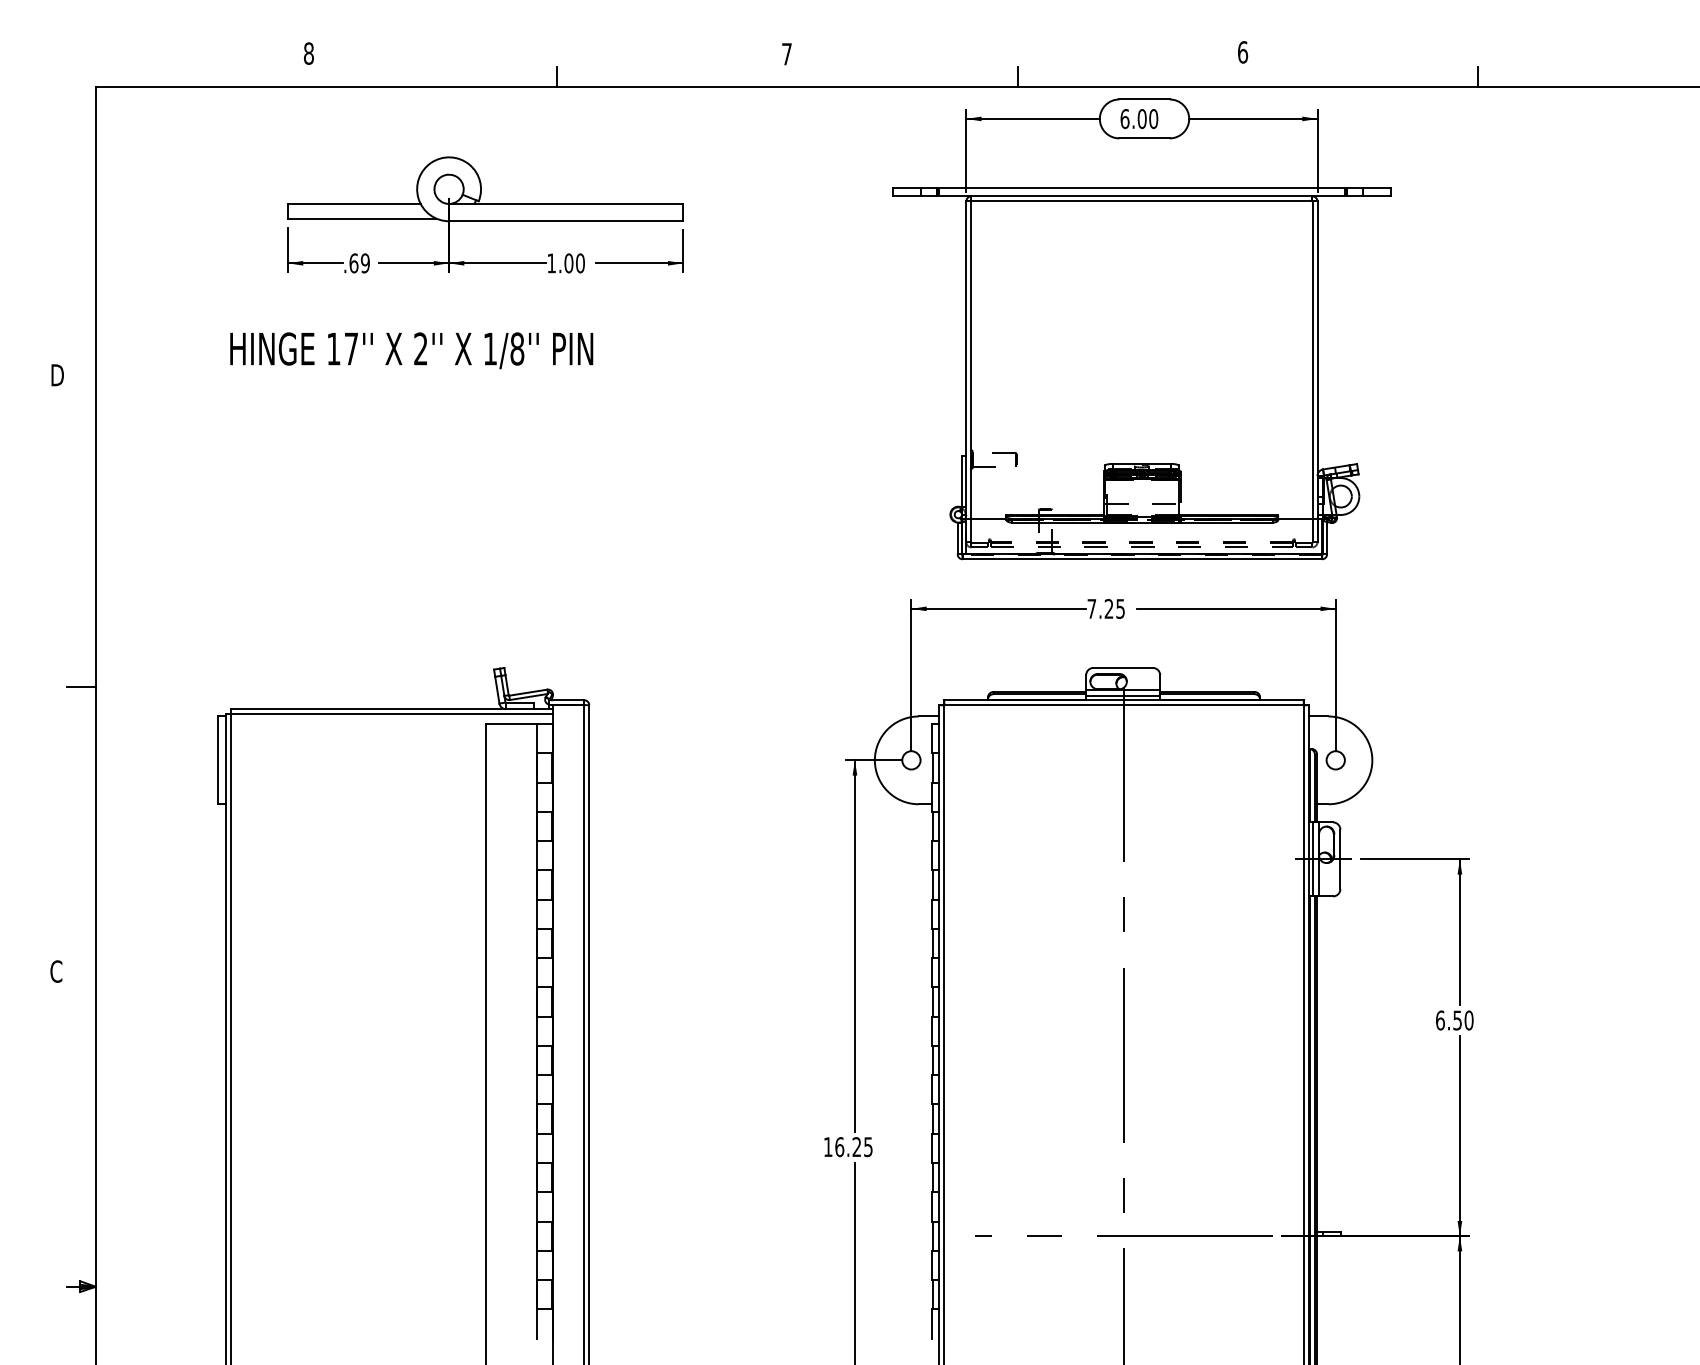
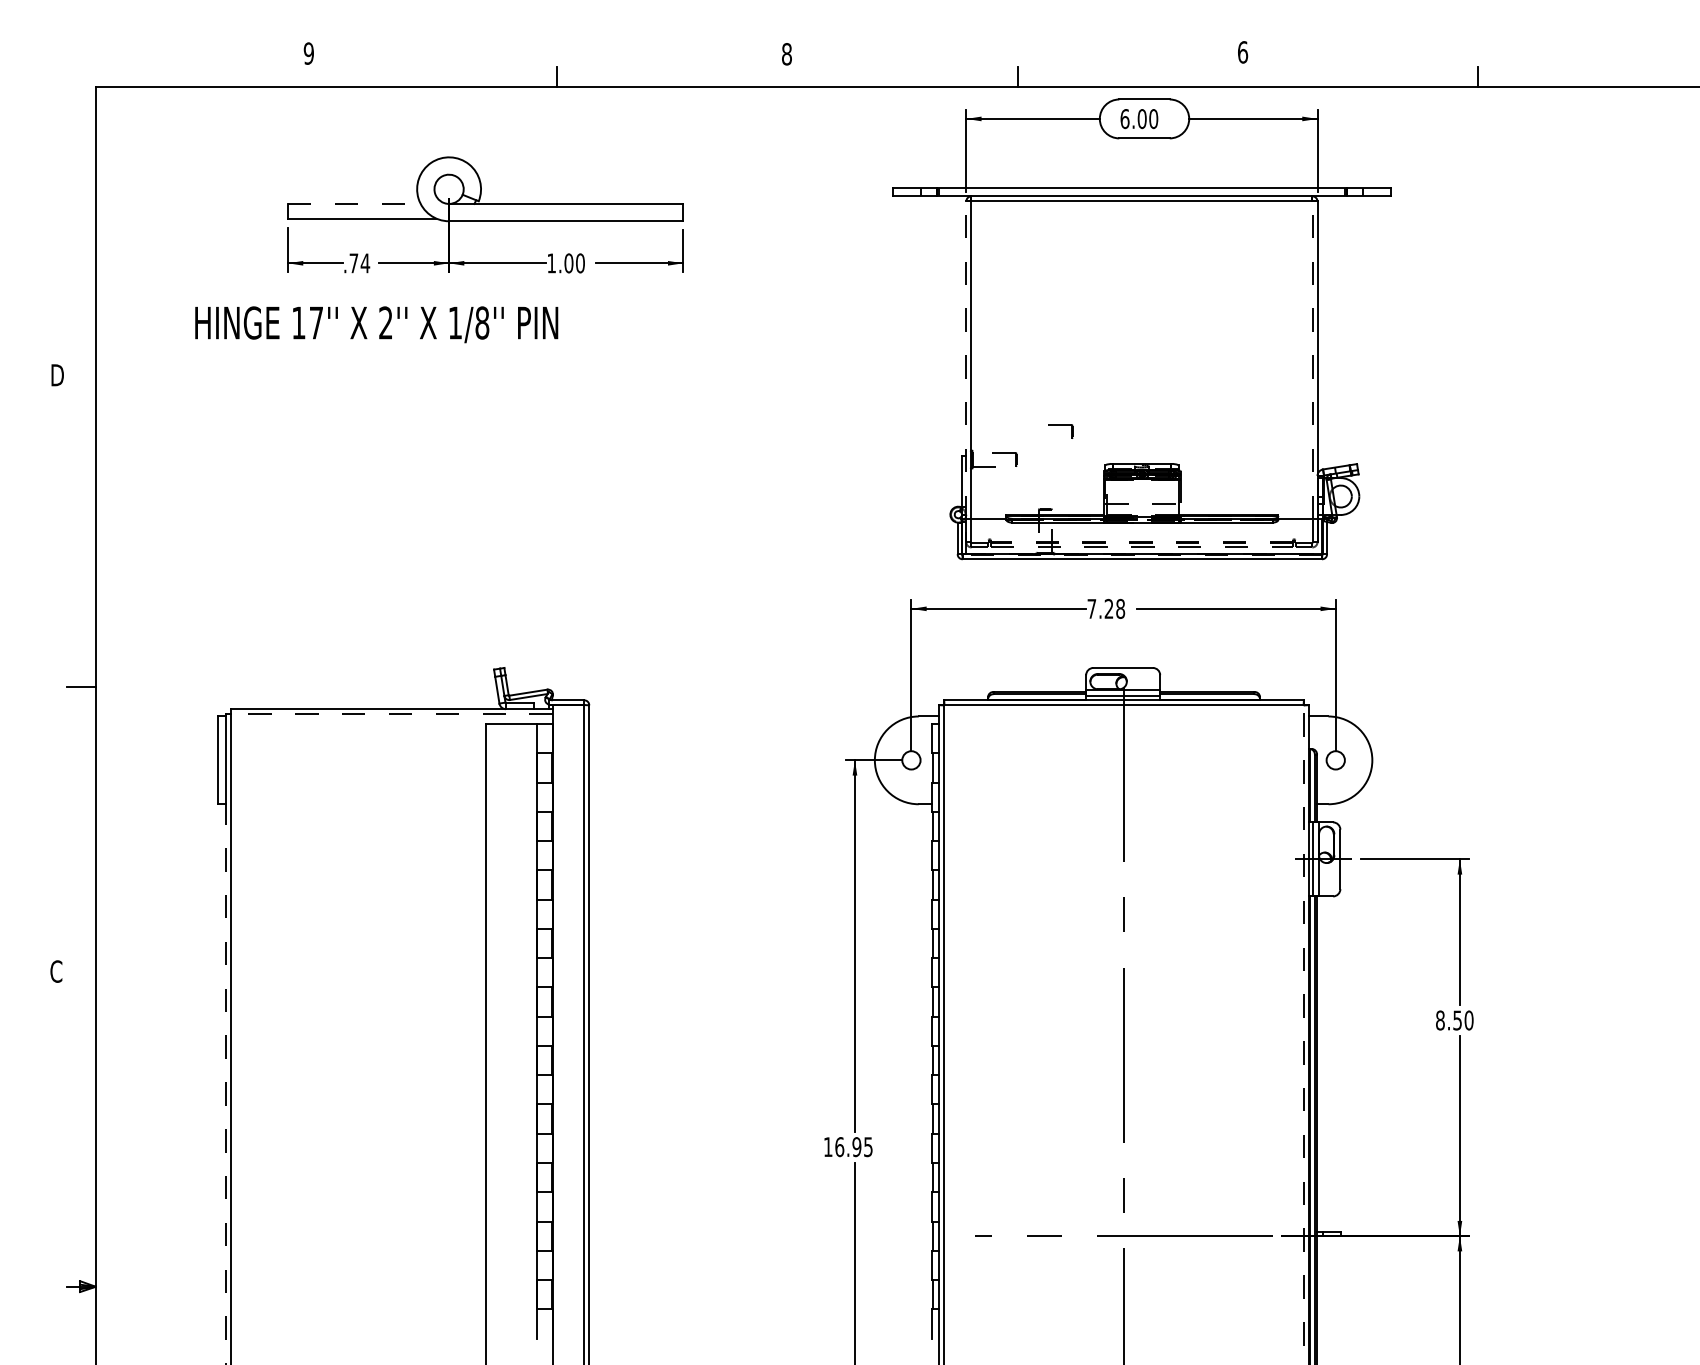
text at (308, 53): 8 -> 9
text at (786, 54): 7 -> 8
line at (354, 203): solid -> dashed
text at (359, 263): .69 -> .74
text at (411, 350) position: (411, 350) -> (376, 324)
line at (1313, 359): solid -> dashed
line at (966, 360): solid -> dashed
part at (1060, 431): none -> present
text at (1120, 608): 7.25 -> 7.28
line at (392, 713): solid -> dashed
text at (1440, 1020): 6.50 -> 8.50
line at (1303, 1034): solid -> dashed
line at (226, 1084): solid -> dashed
text at (856, 1147): 16.25 -> 16.95
